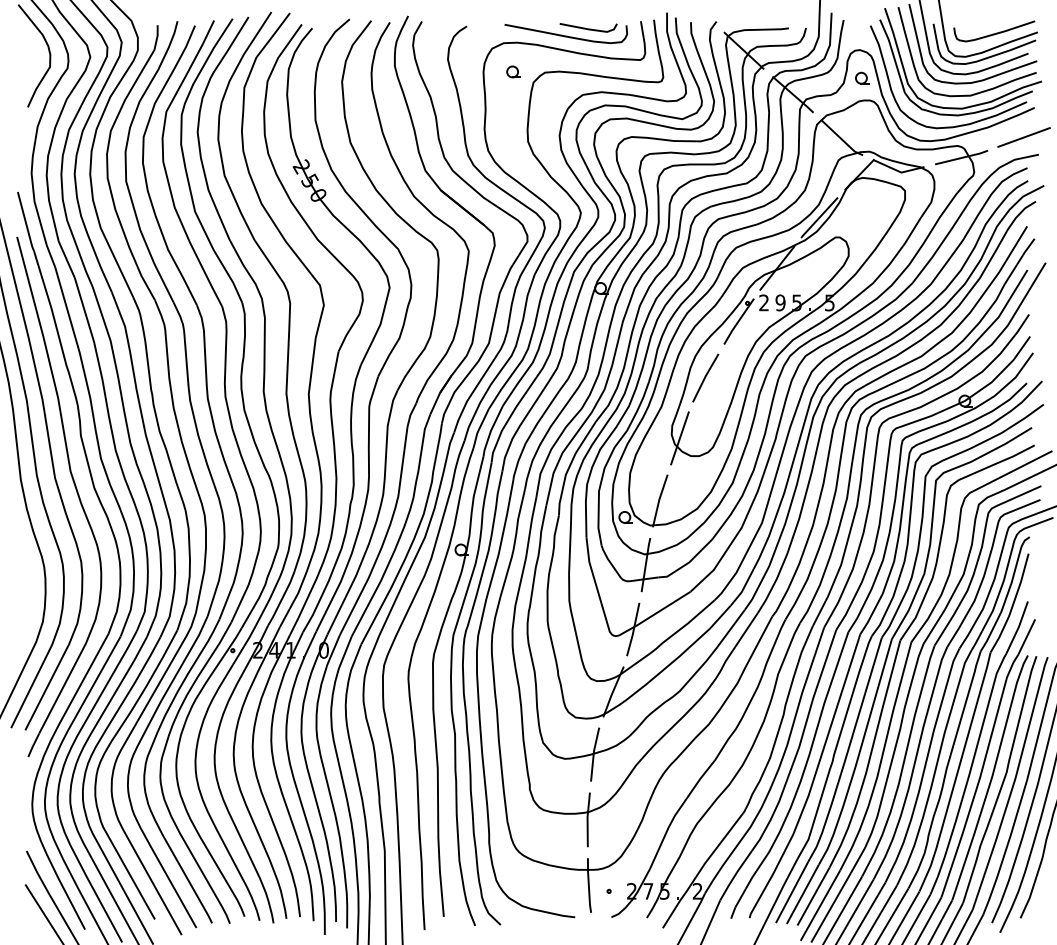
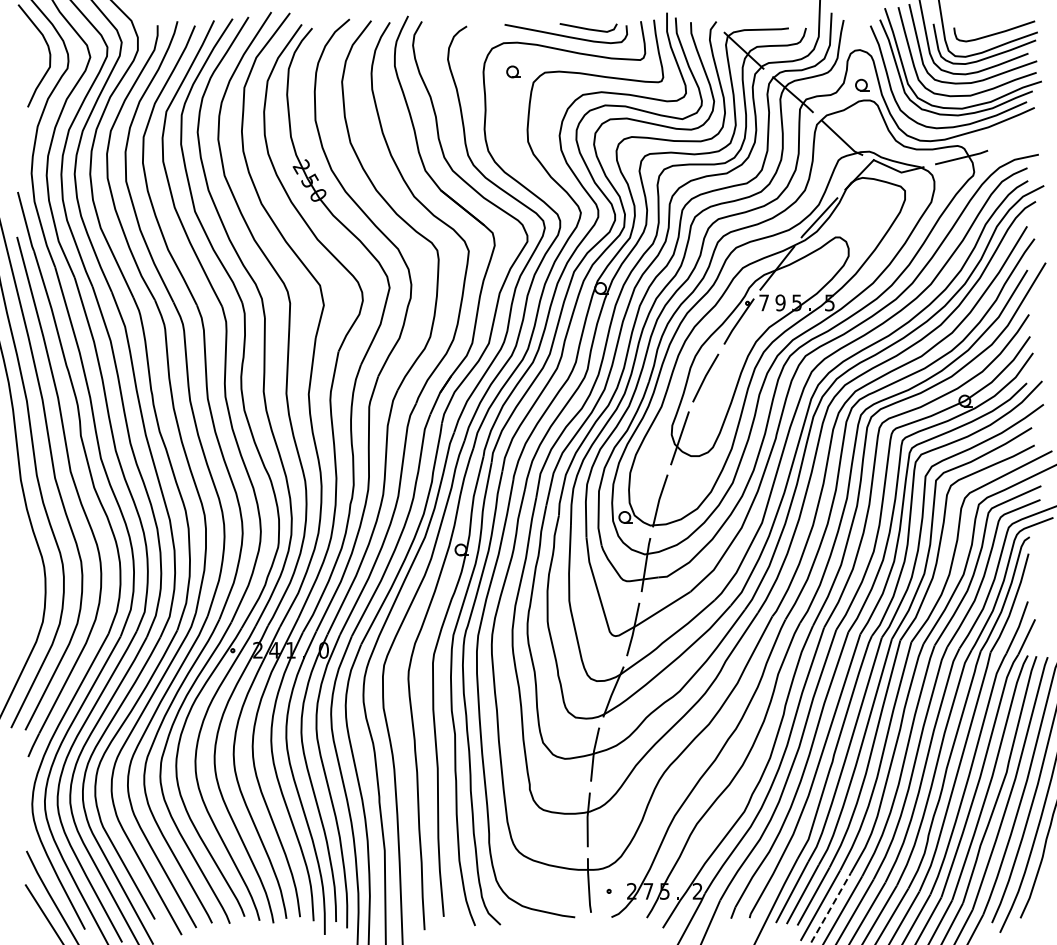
part at (862, 77) position: (862, 77) -> (862, 84)
line at (1023, 137): present -> none
text at (763, 302): 2 -> 7
line at (831, 907): solid -> dashed
